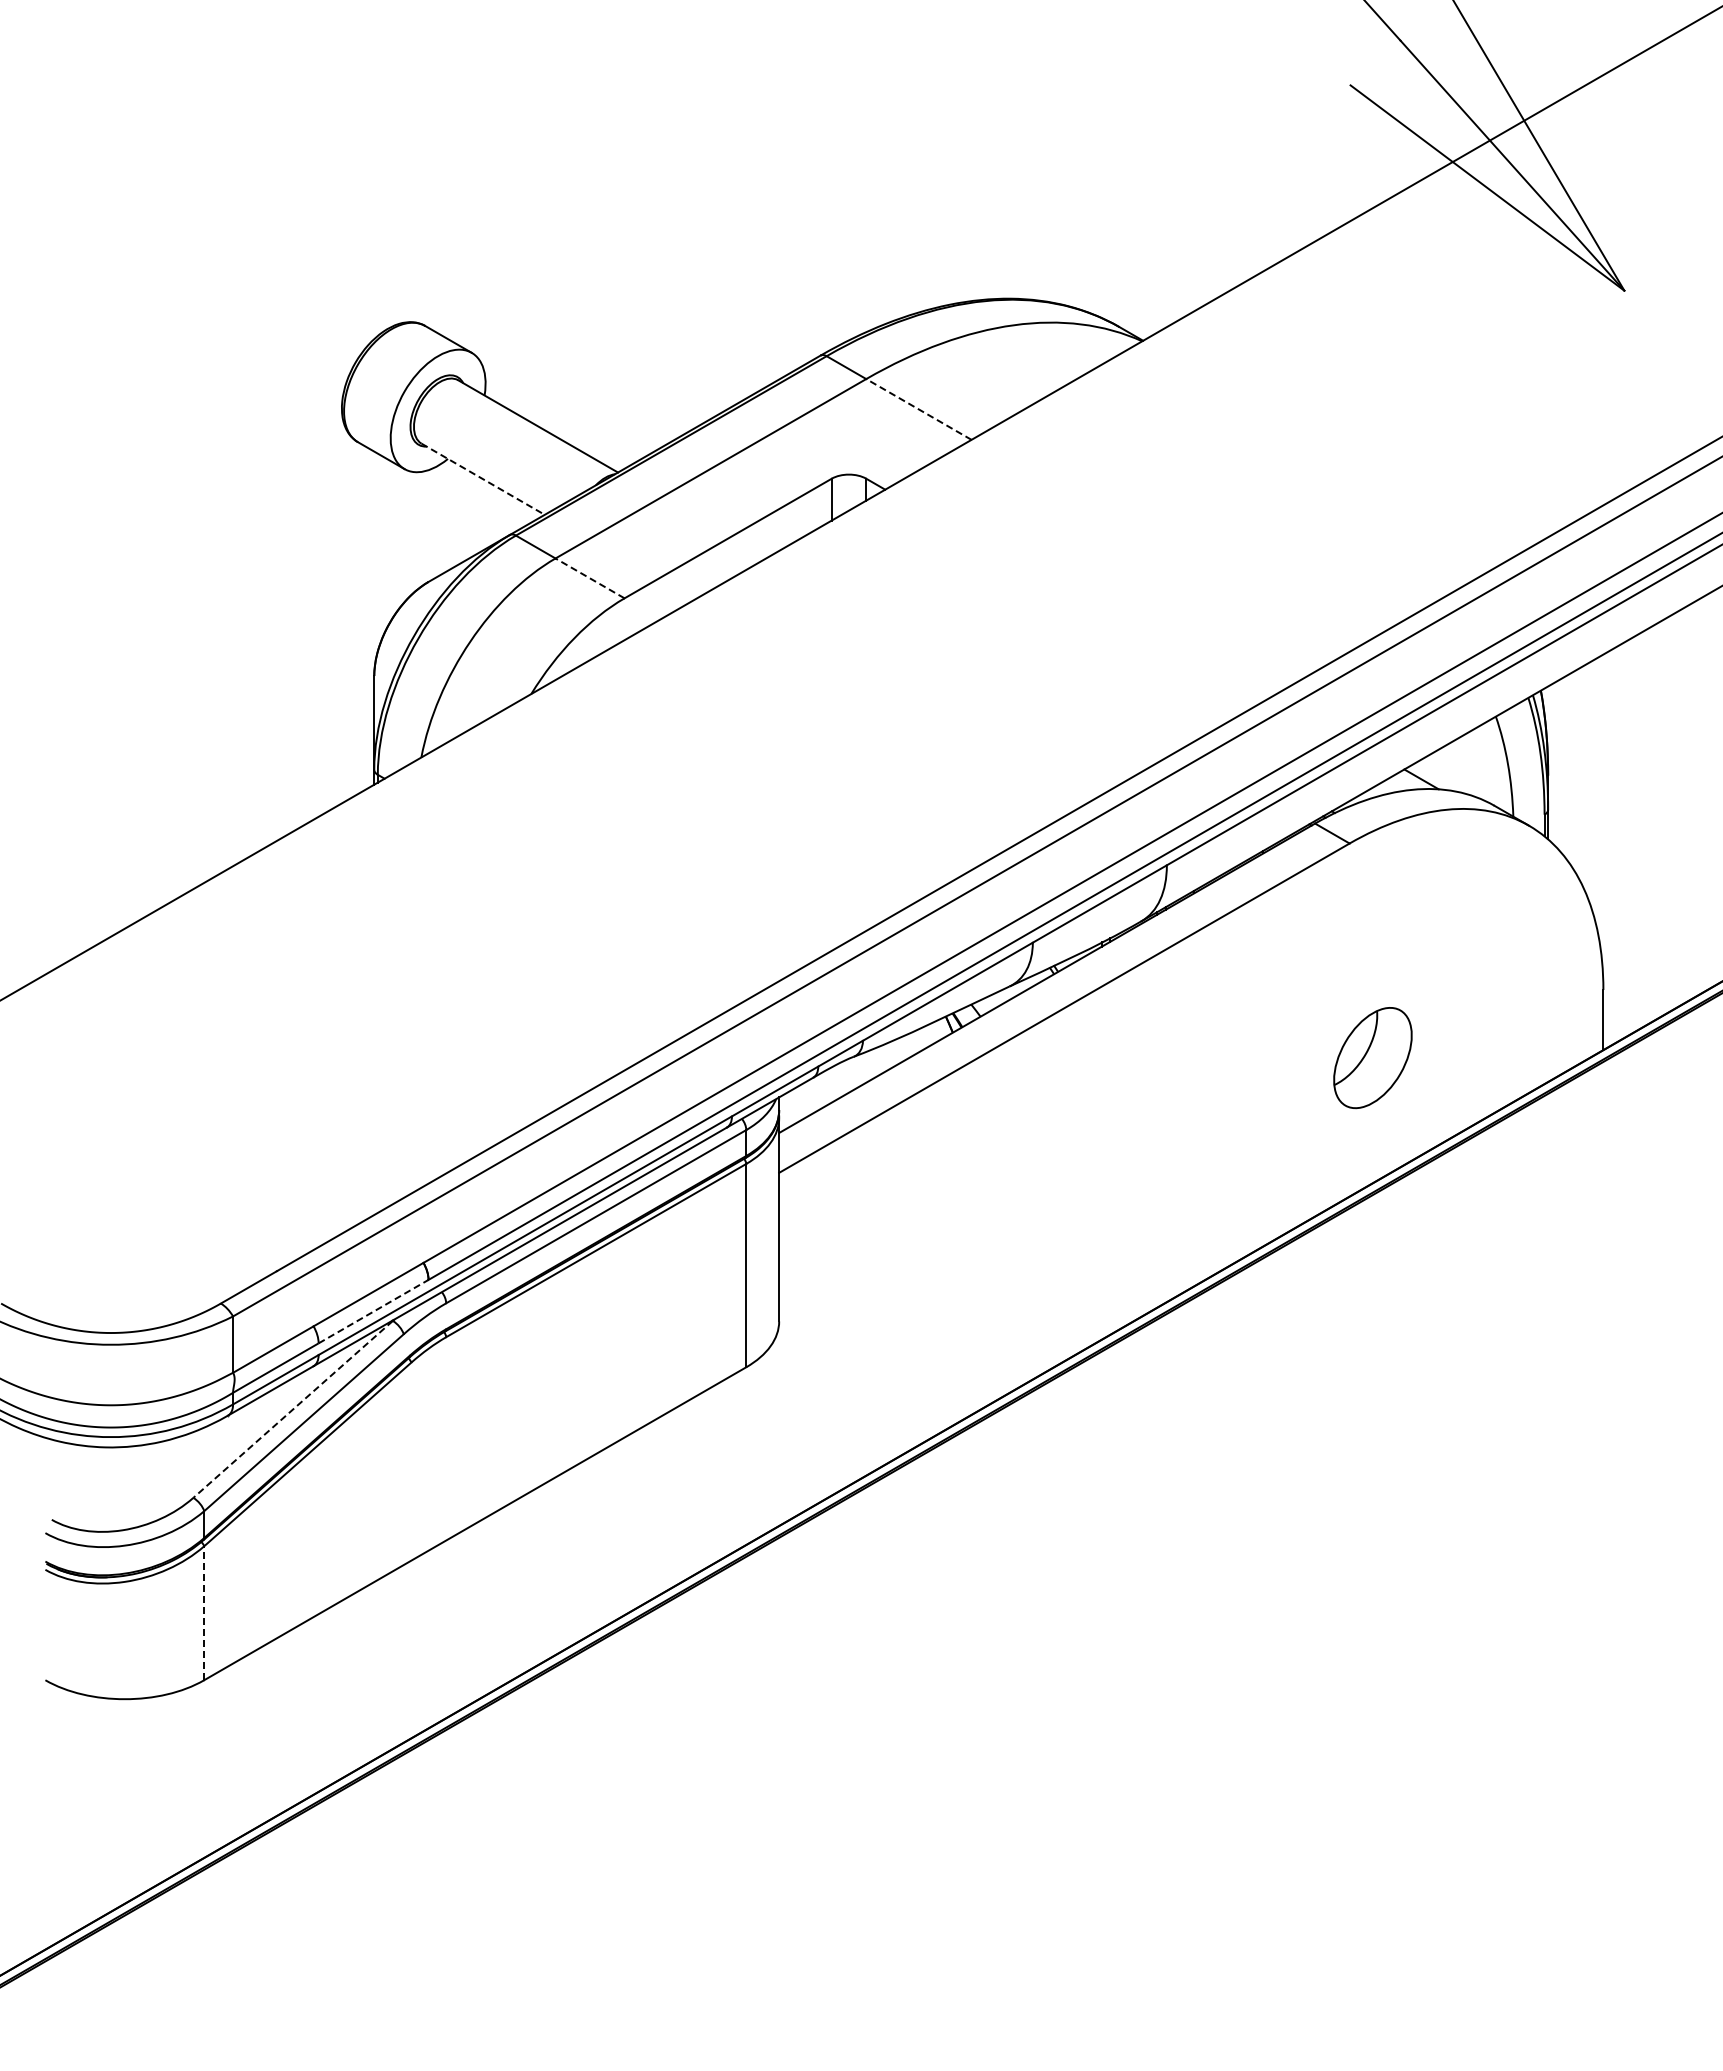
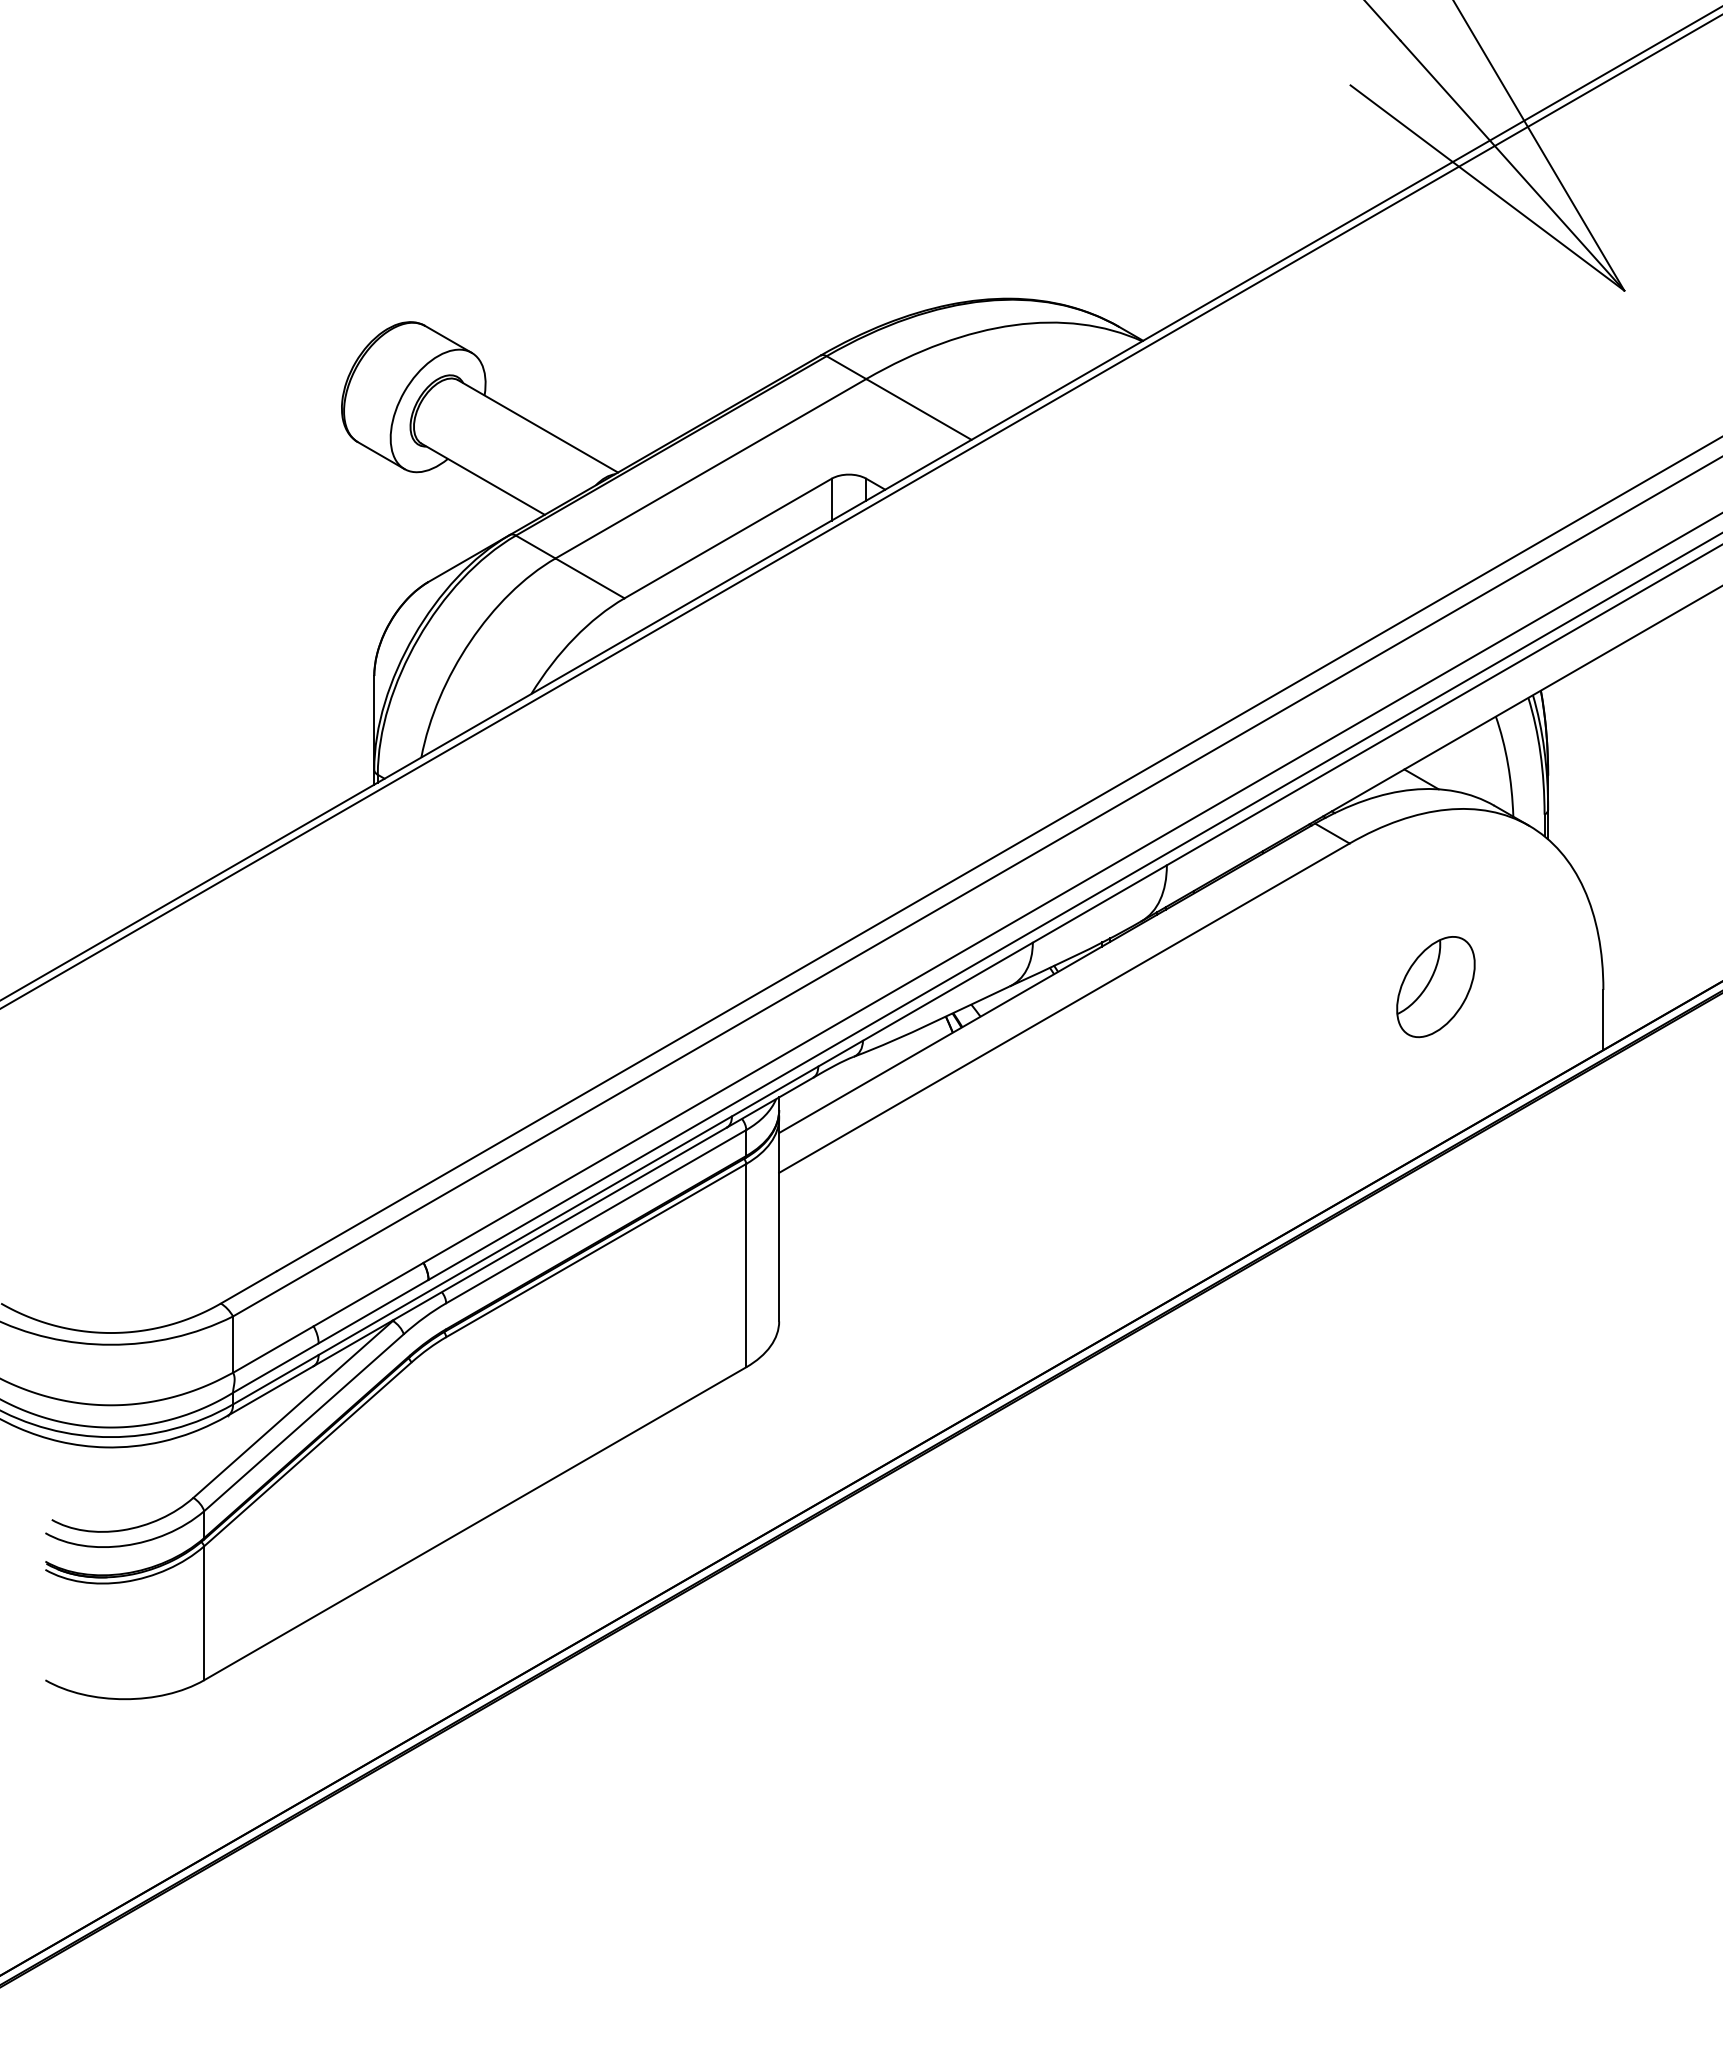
line at (918, 409): dashed -> solid
line at (483, 479): dashed -> solid
line at (860, 511): none -> present
line at (590, 578): dashed -> solid
part at (1372, 1058) position: (1372, 1058) -> (1435, 987)
line at (374, 1311): dashed -> solid
line at (292, 1409): dashed -> solid
line at (204, 1613): dashed -> solid
